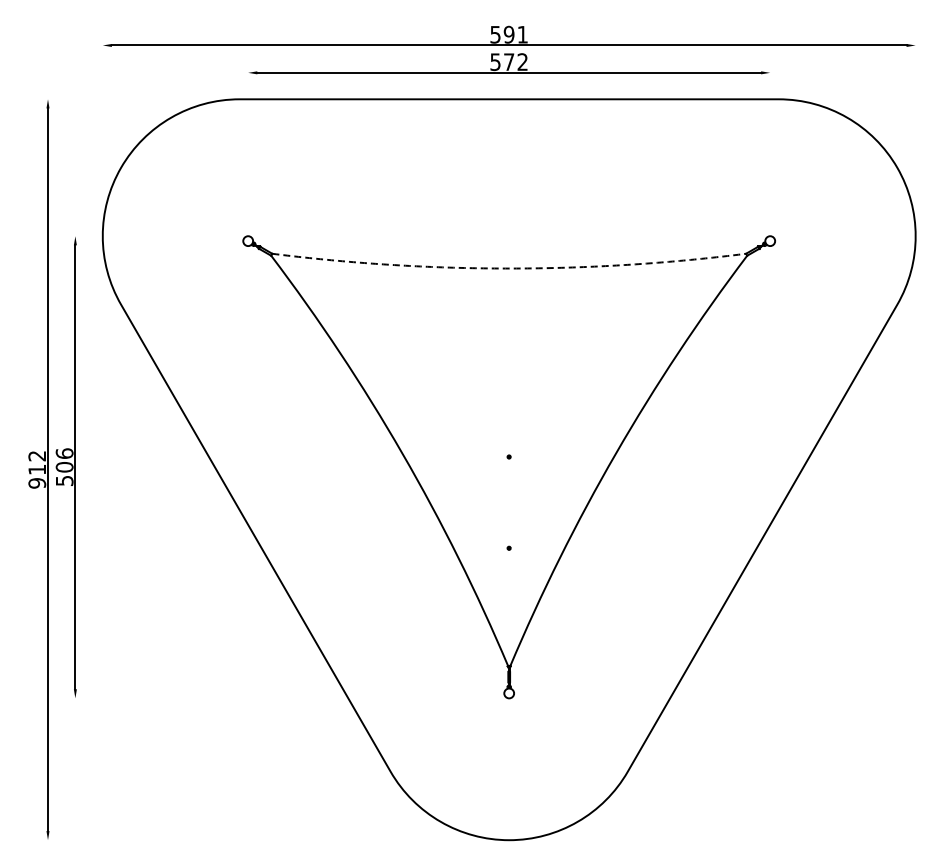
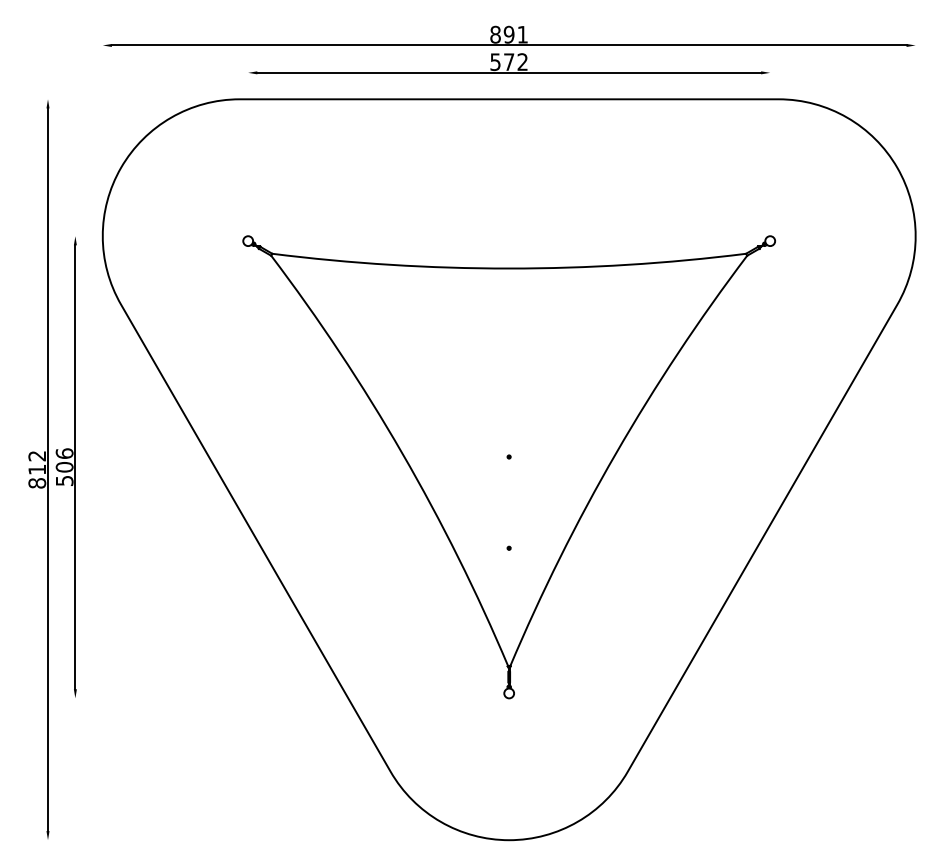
text at (495, 34): 591 -> 891
arc at (509, 268): dashed -> solid
text at (37, 483): 912 -> 812
